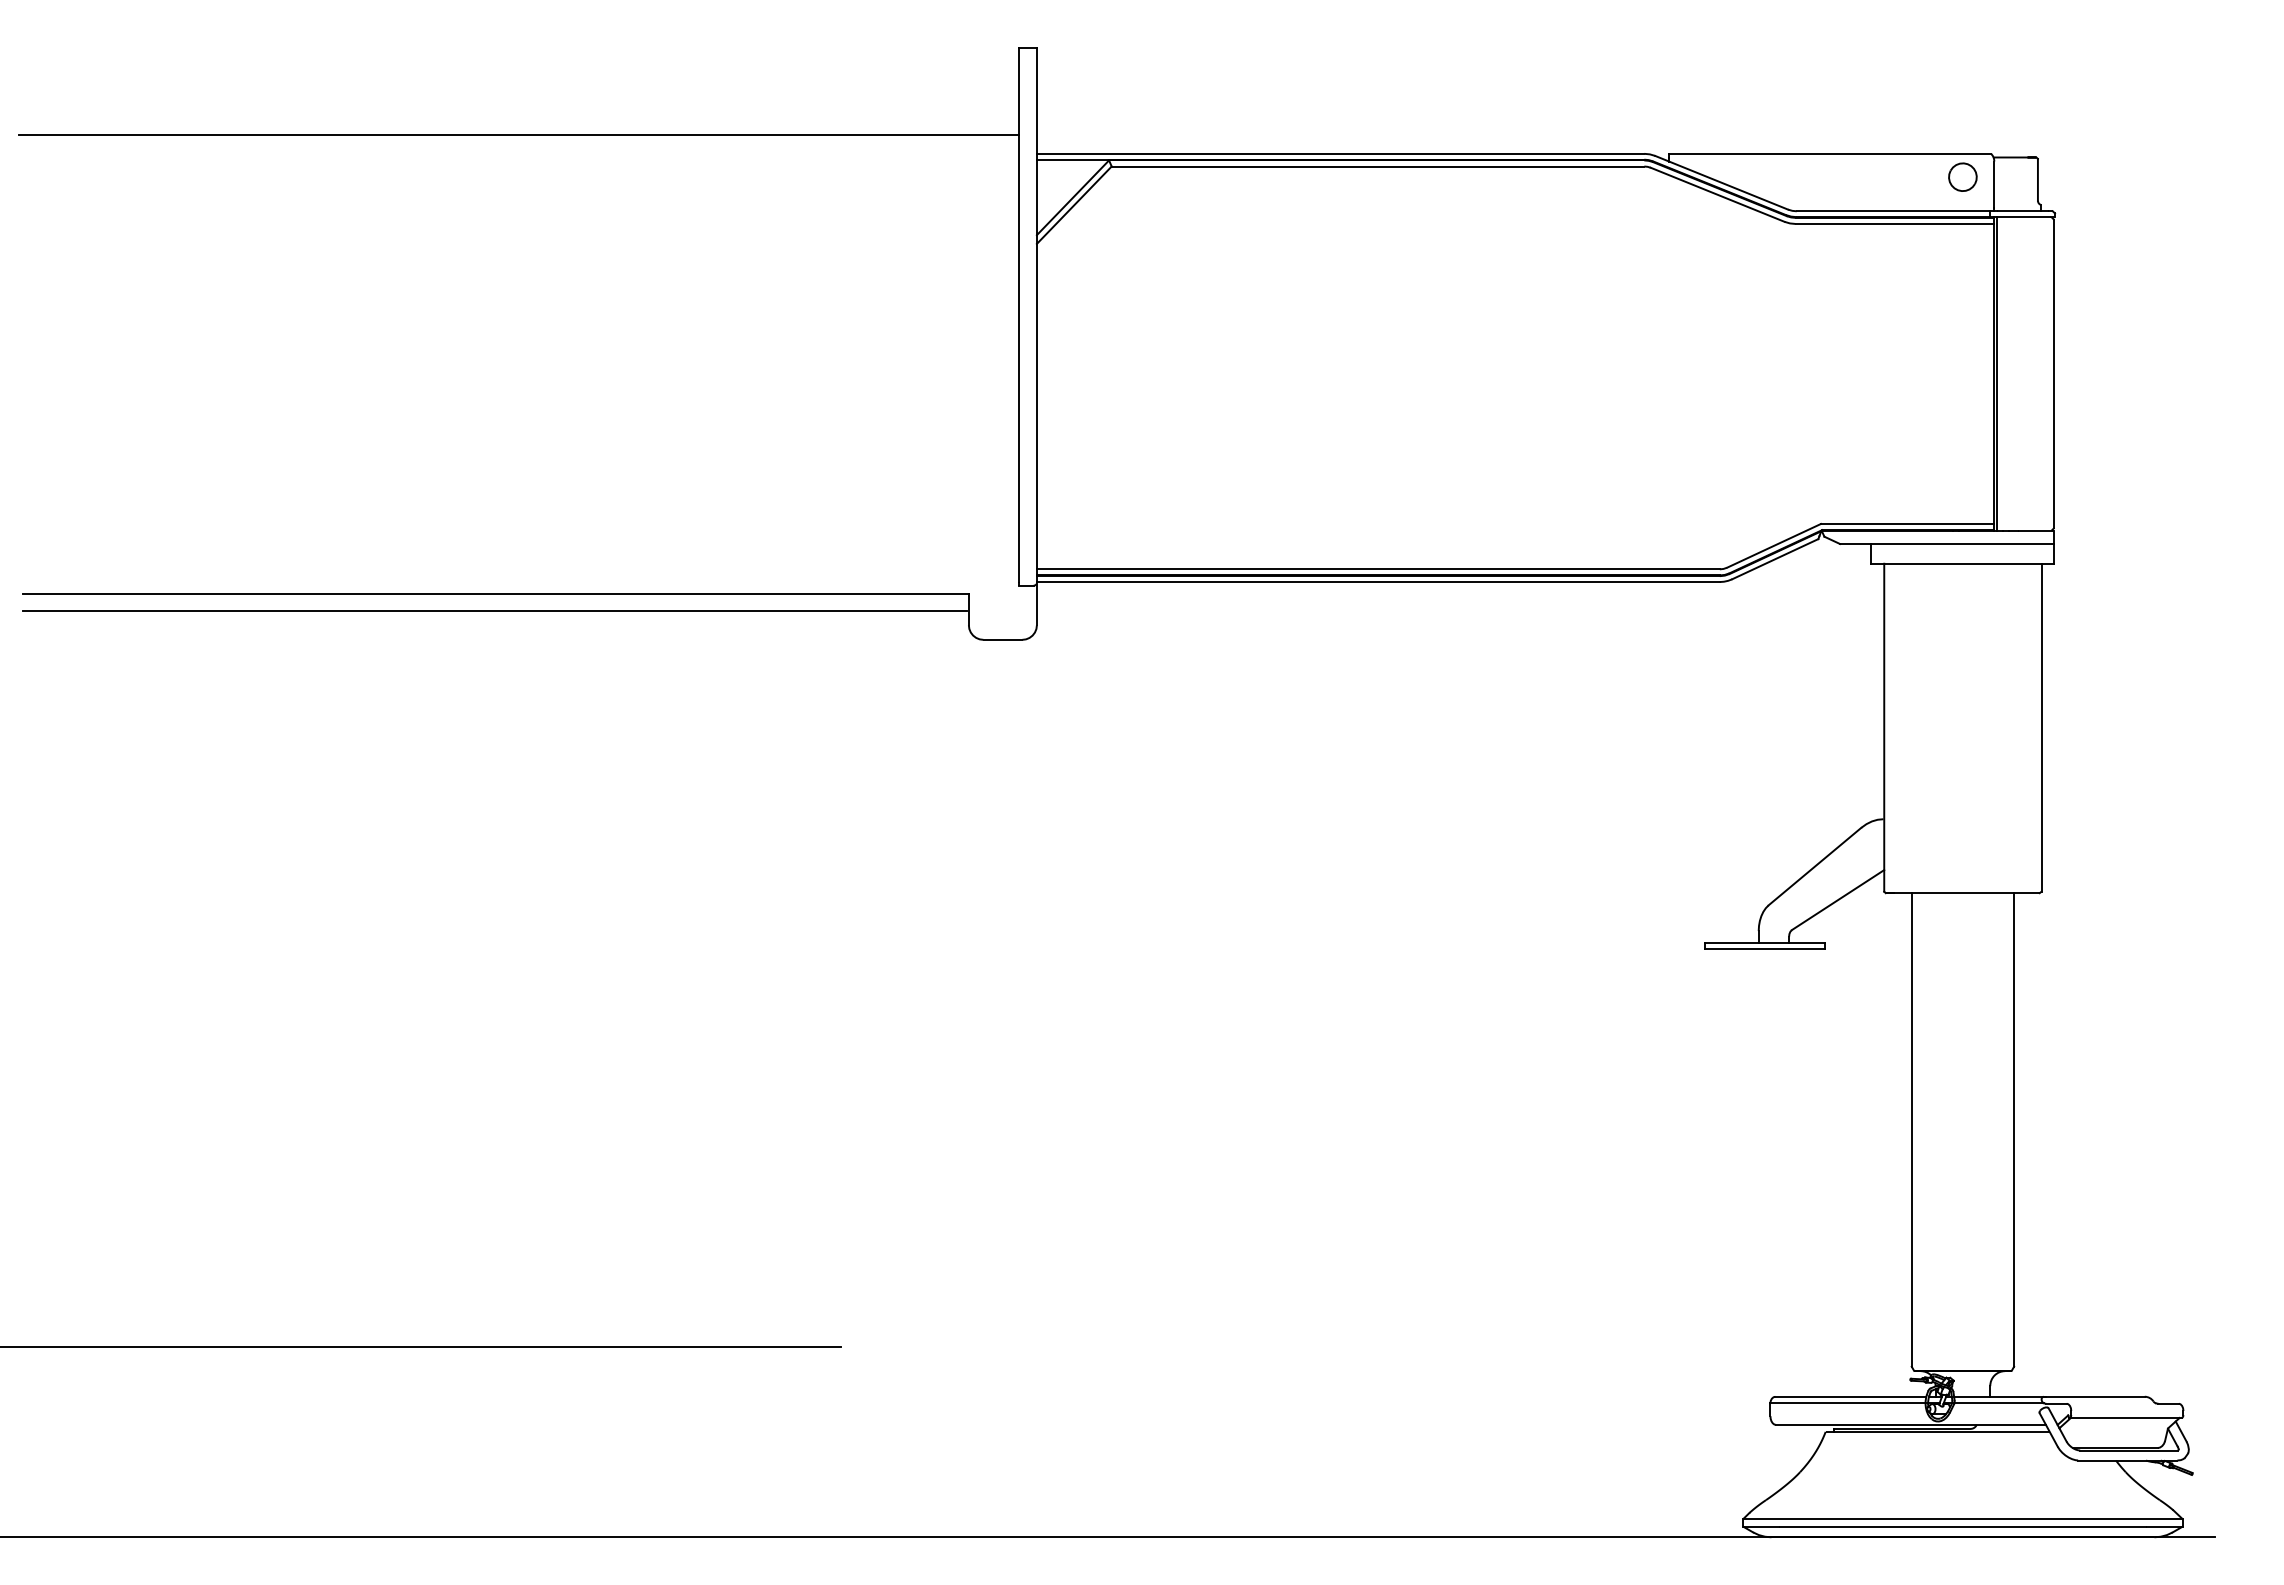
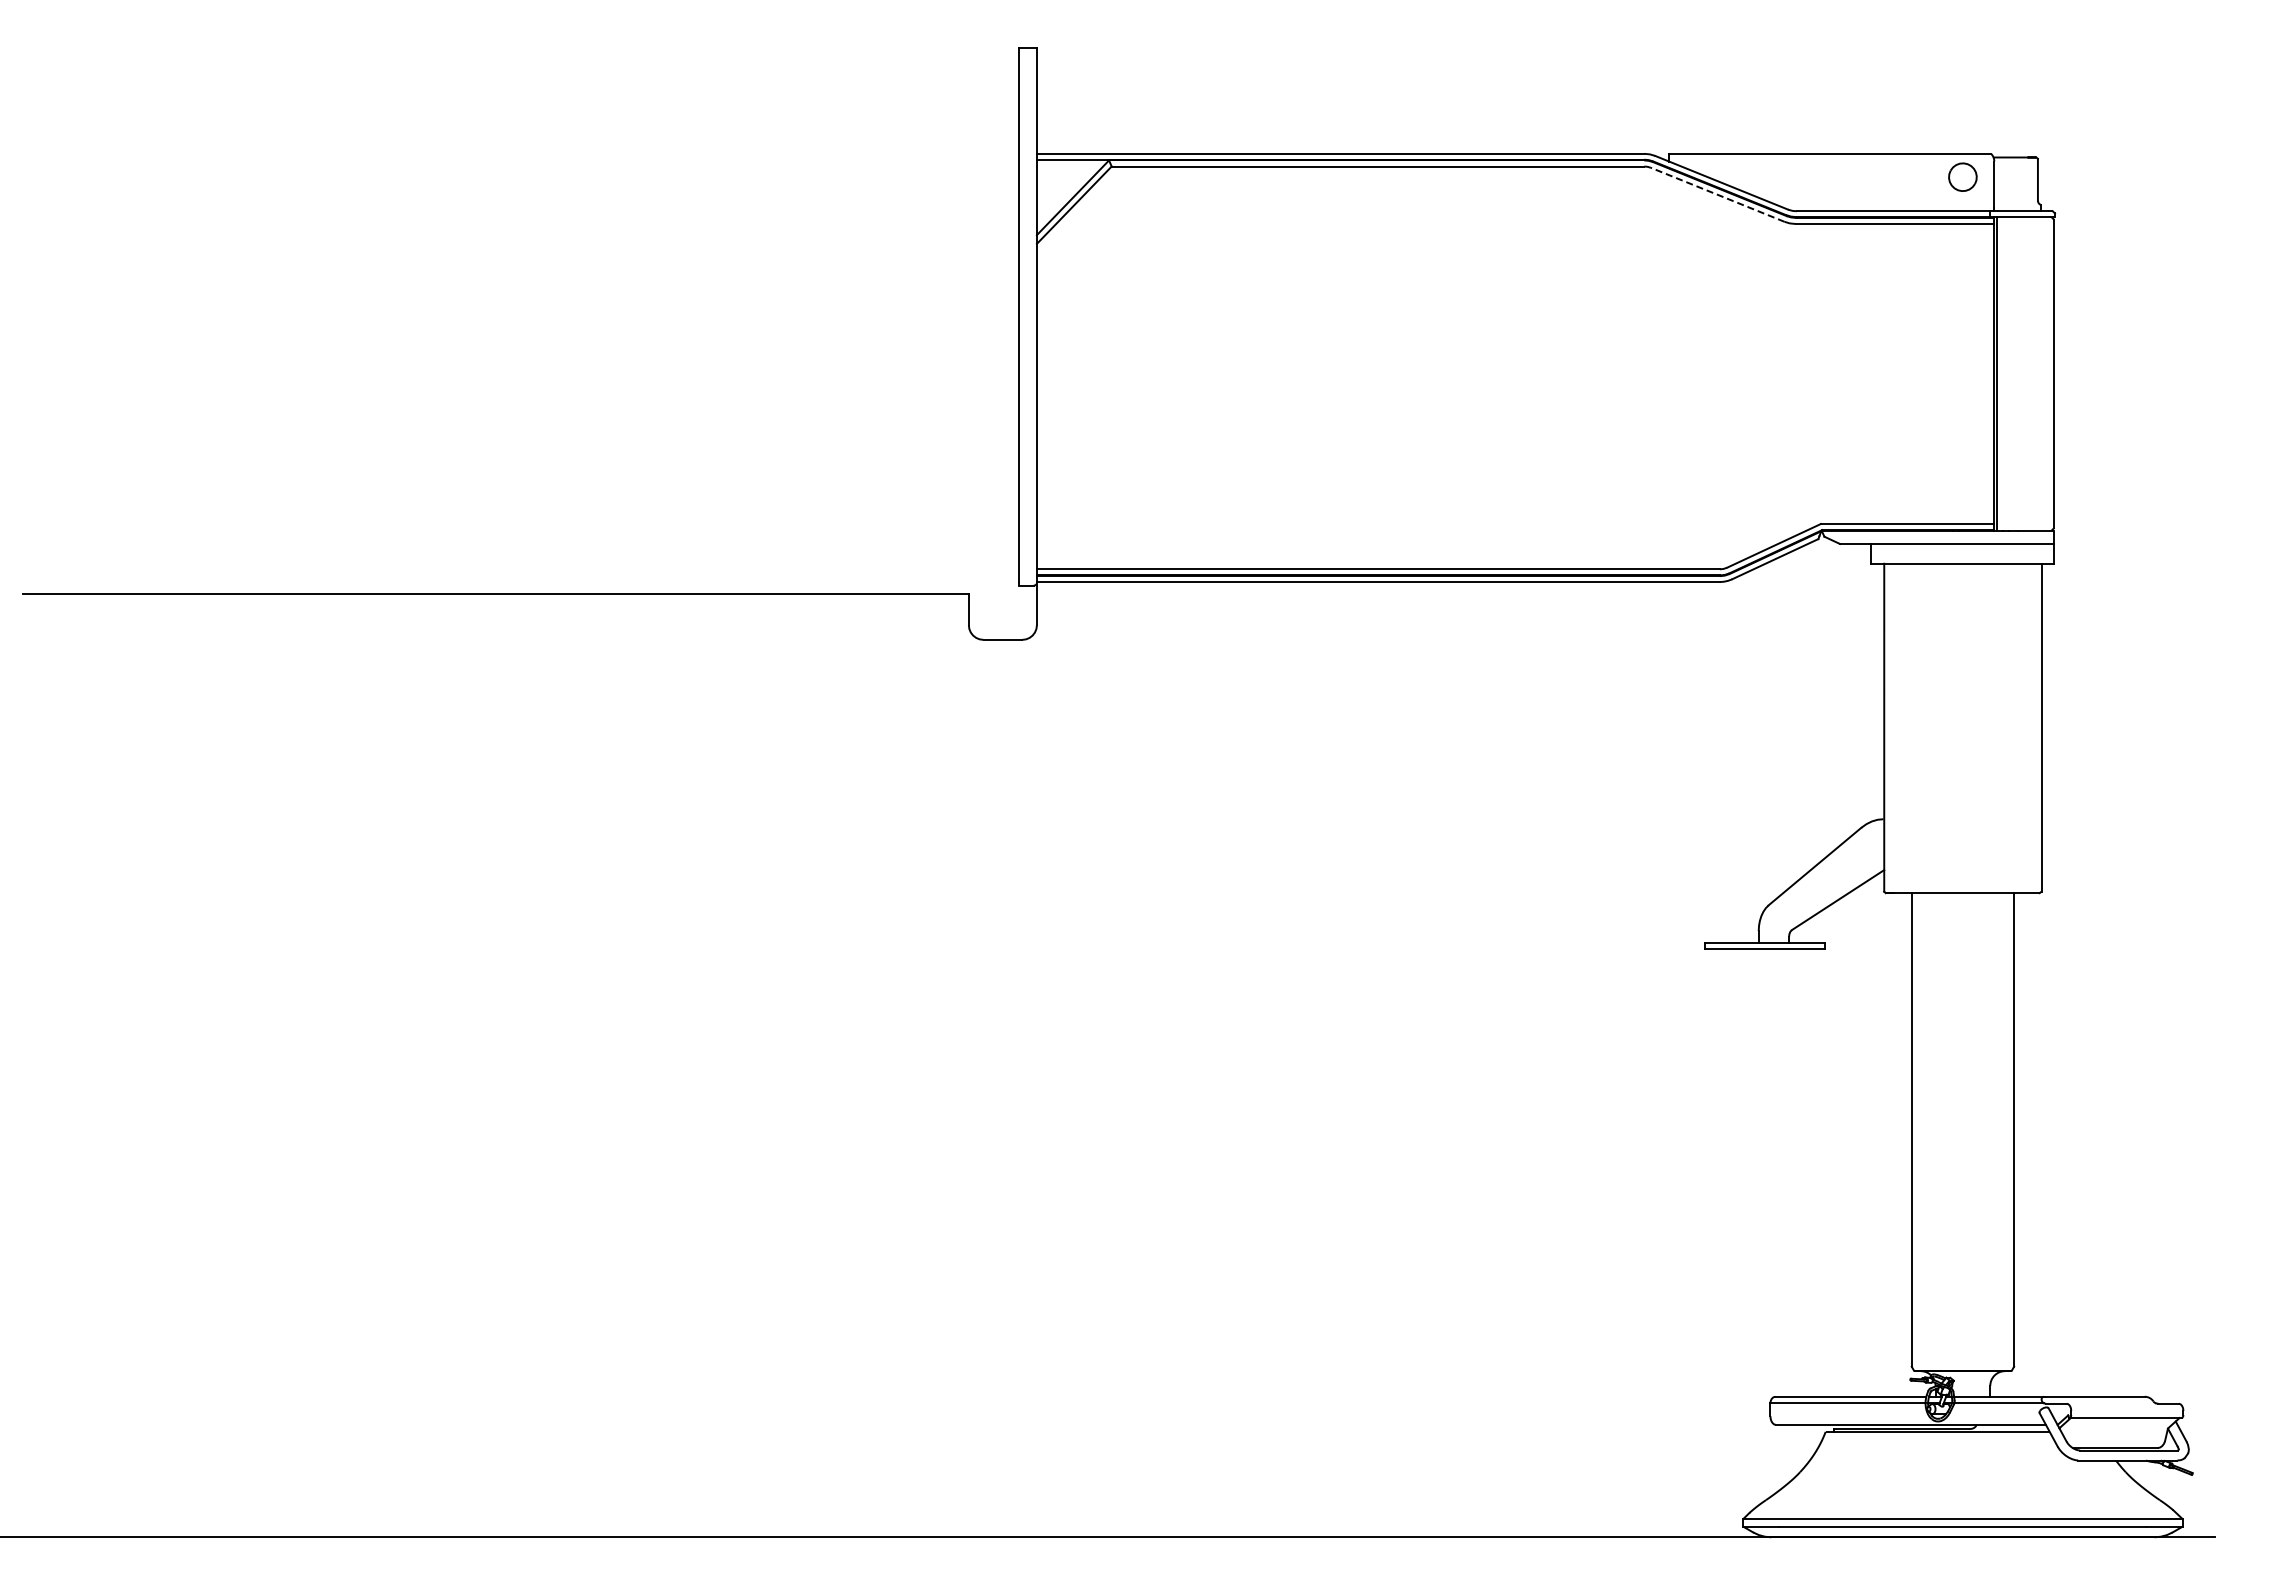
line at (518, 134): present -> none
line at (1717, 194): solid -> dashed
line at (495, 611): present -> none
line at (421, 1346): present -> none
